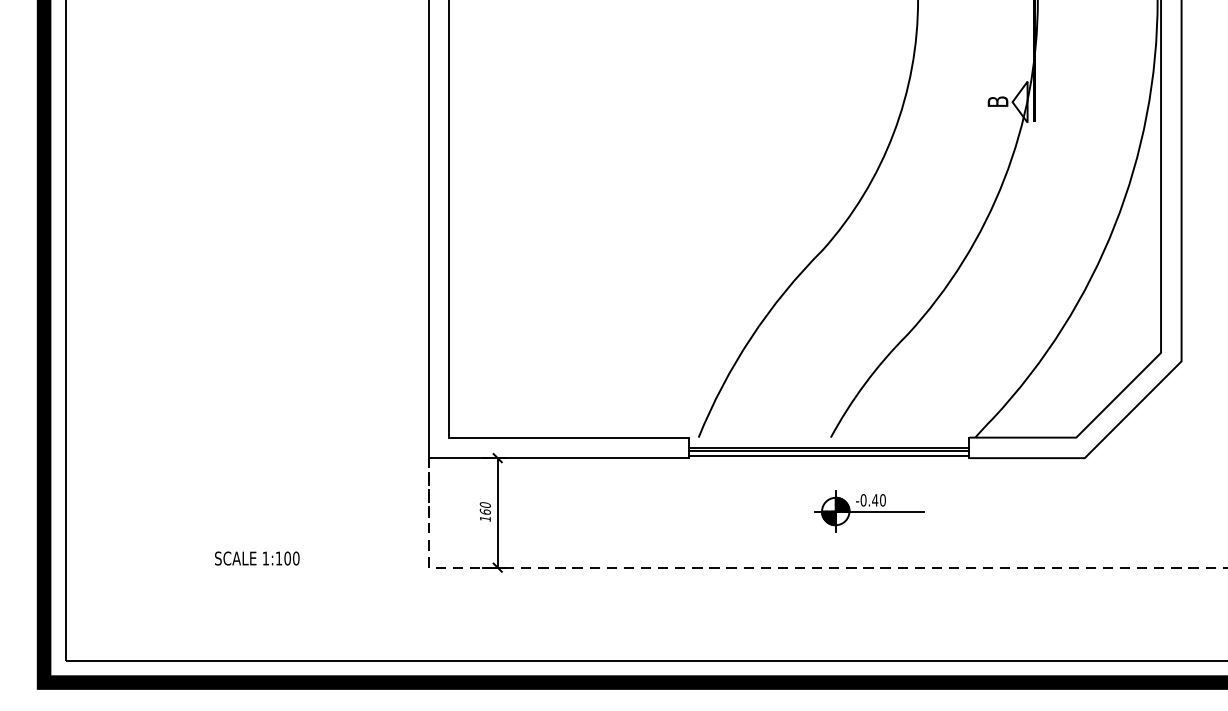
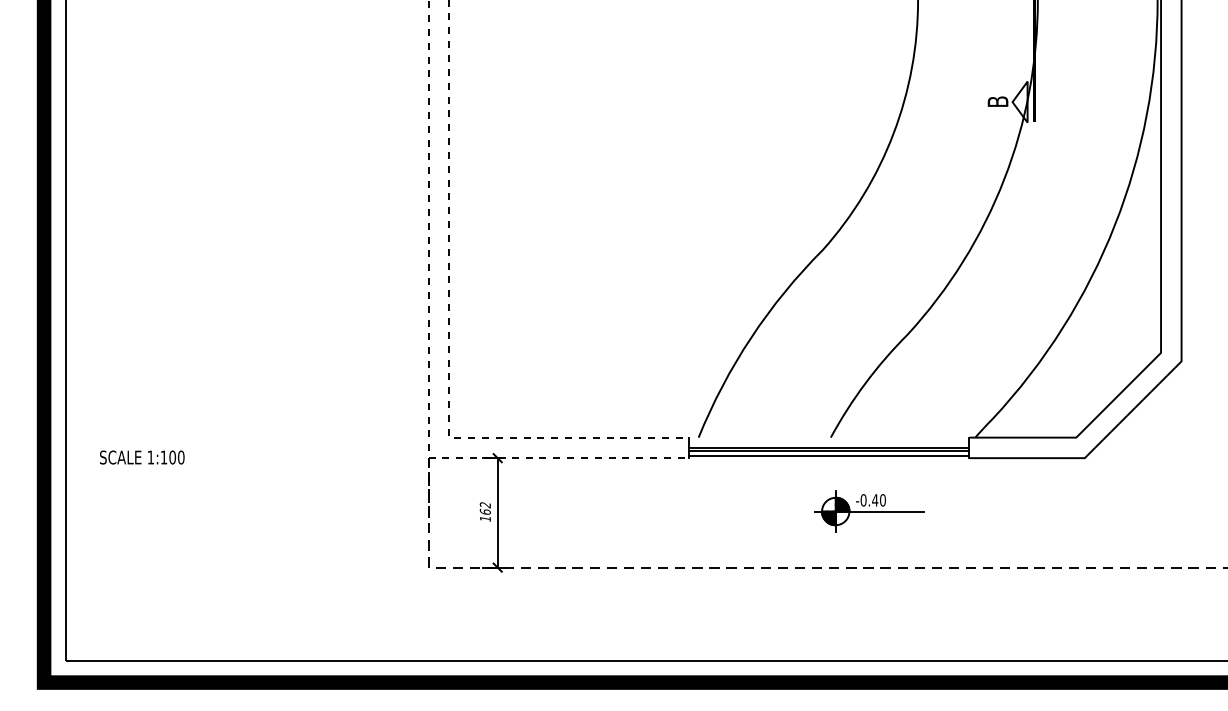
line at (449, 339): solid -> dashed
line at (428, 360): solid -> dashed
text at (485, 505): 160 -> 162
text at (257, 558) position: (257, 558) -> (142, 457)
